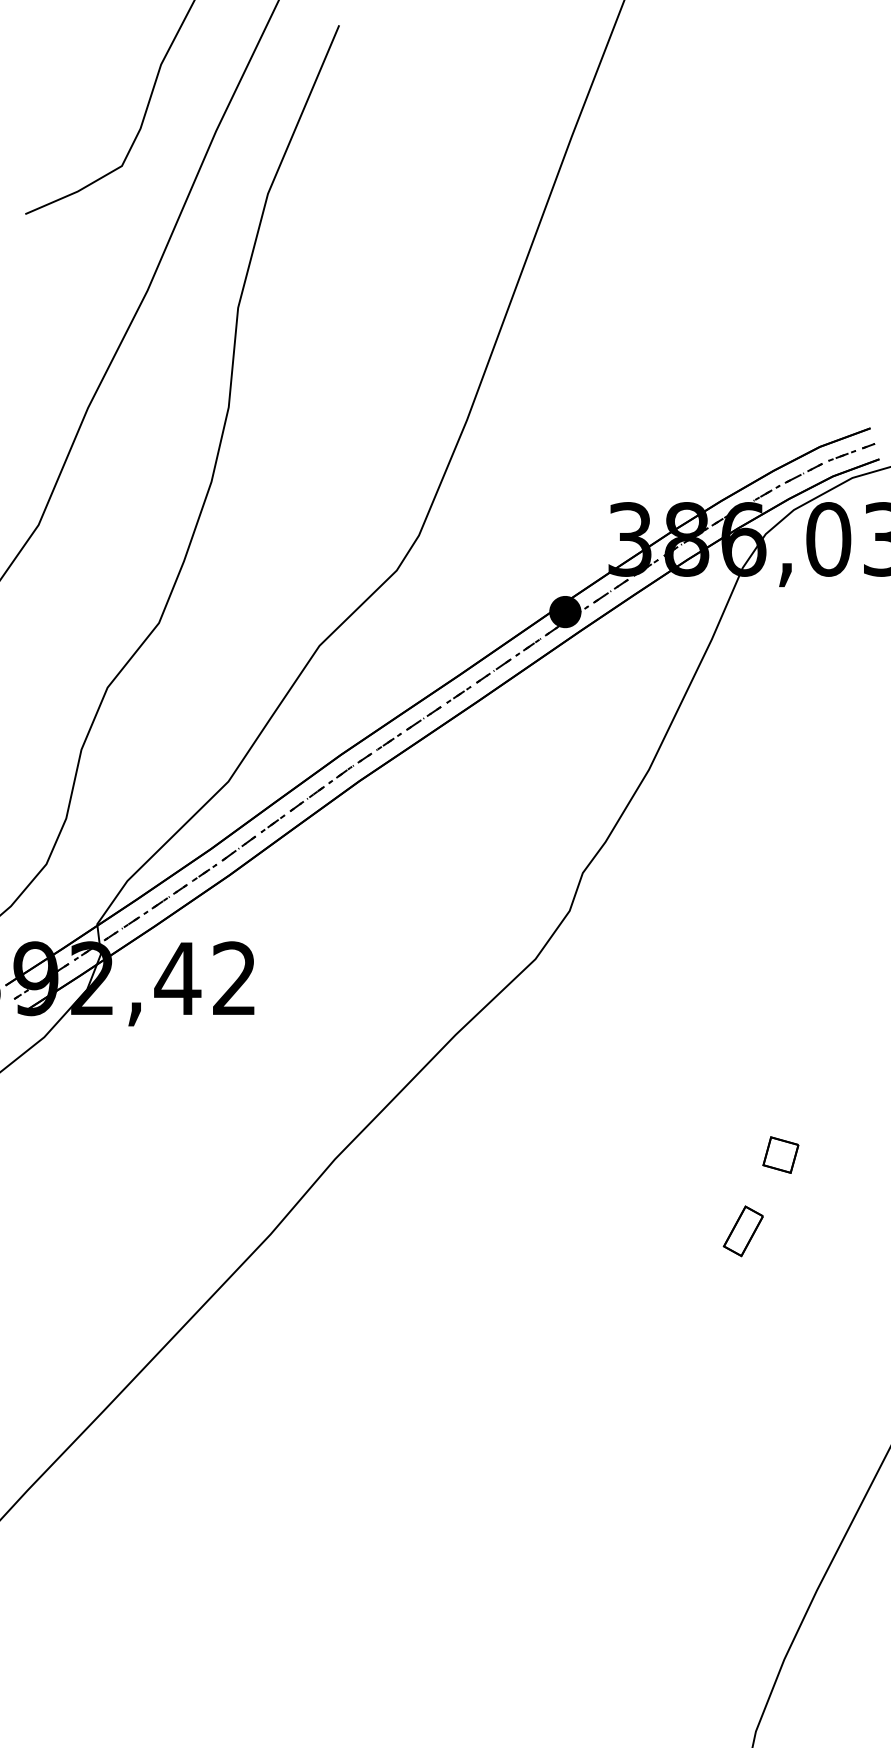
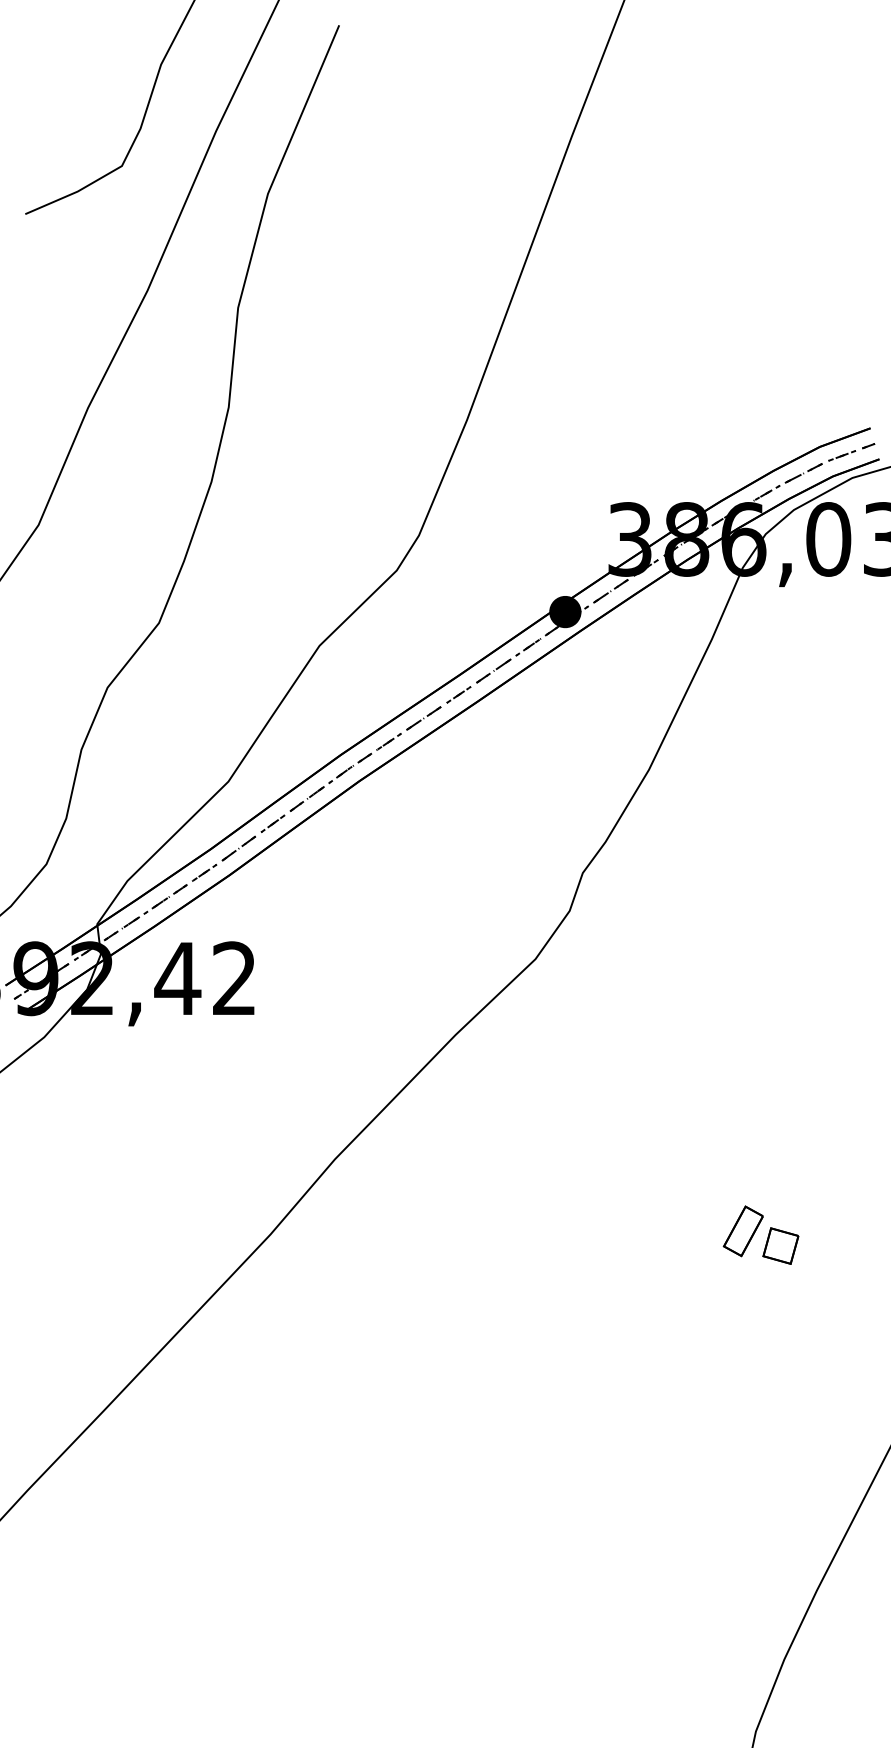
part at (780, 1154) position: (780, 1154) -> (780, 1245)
